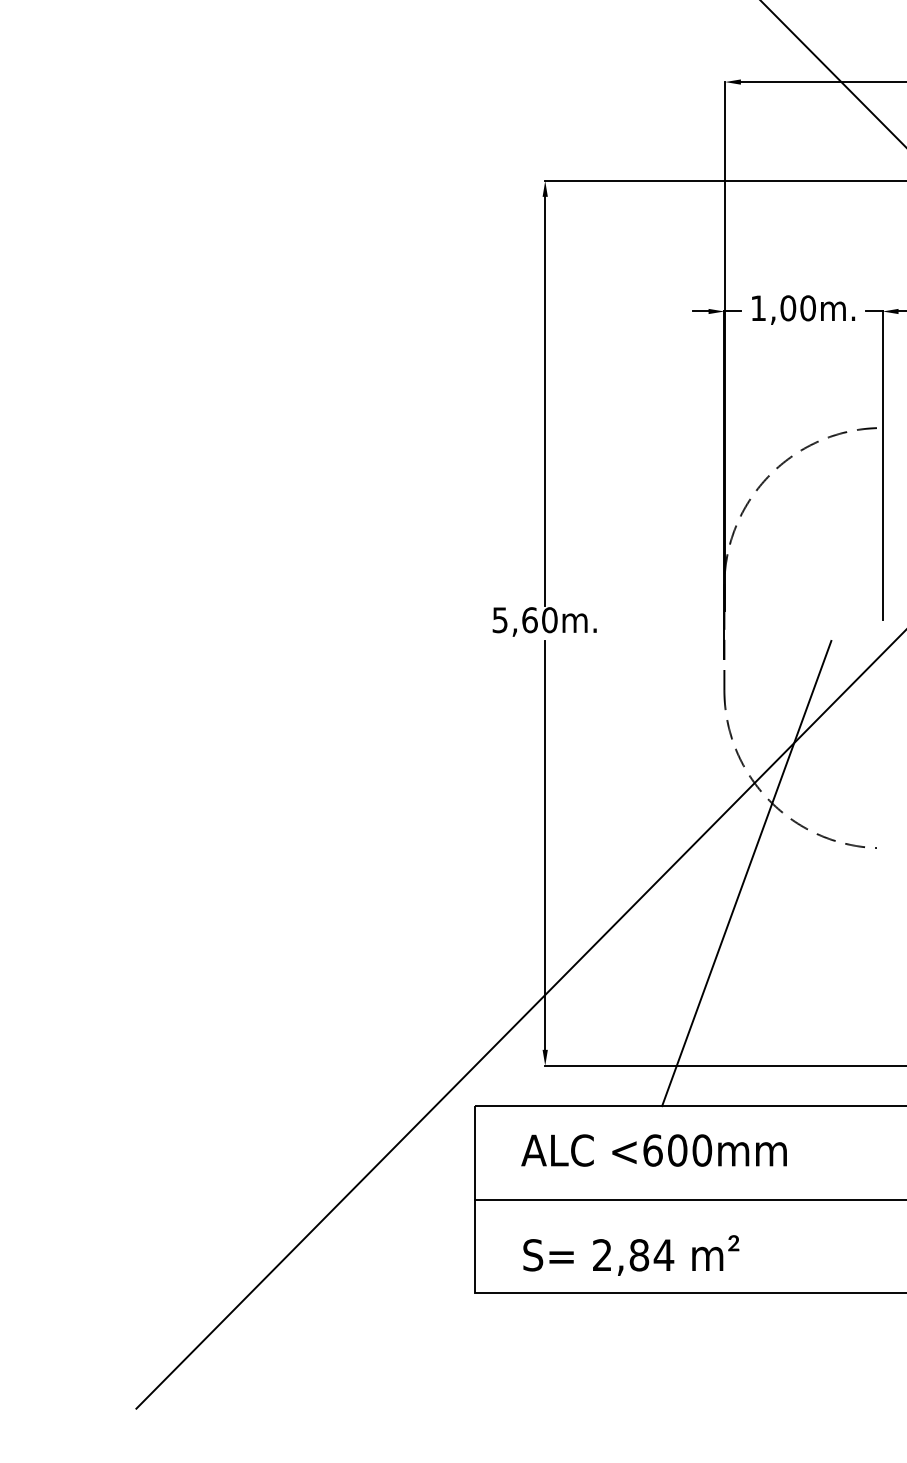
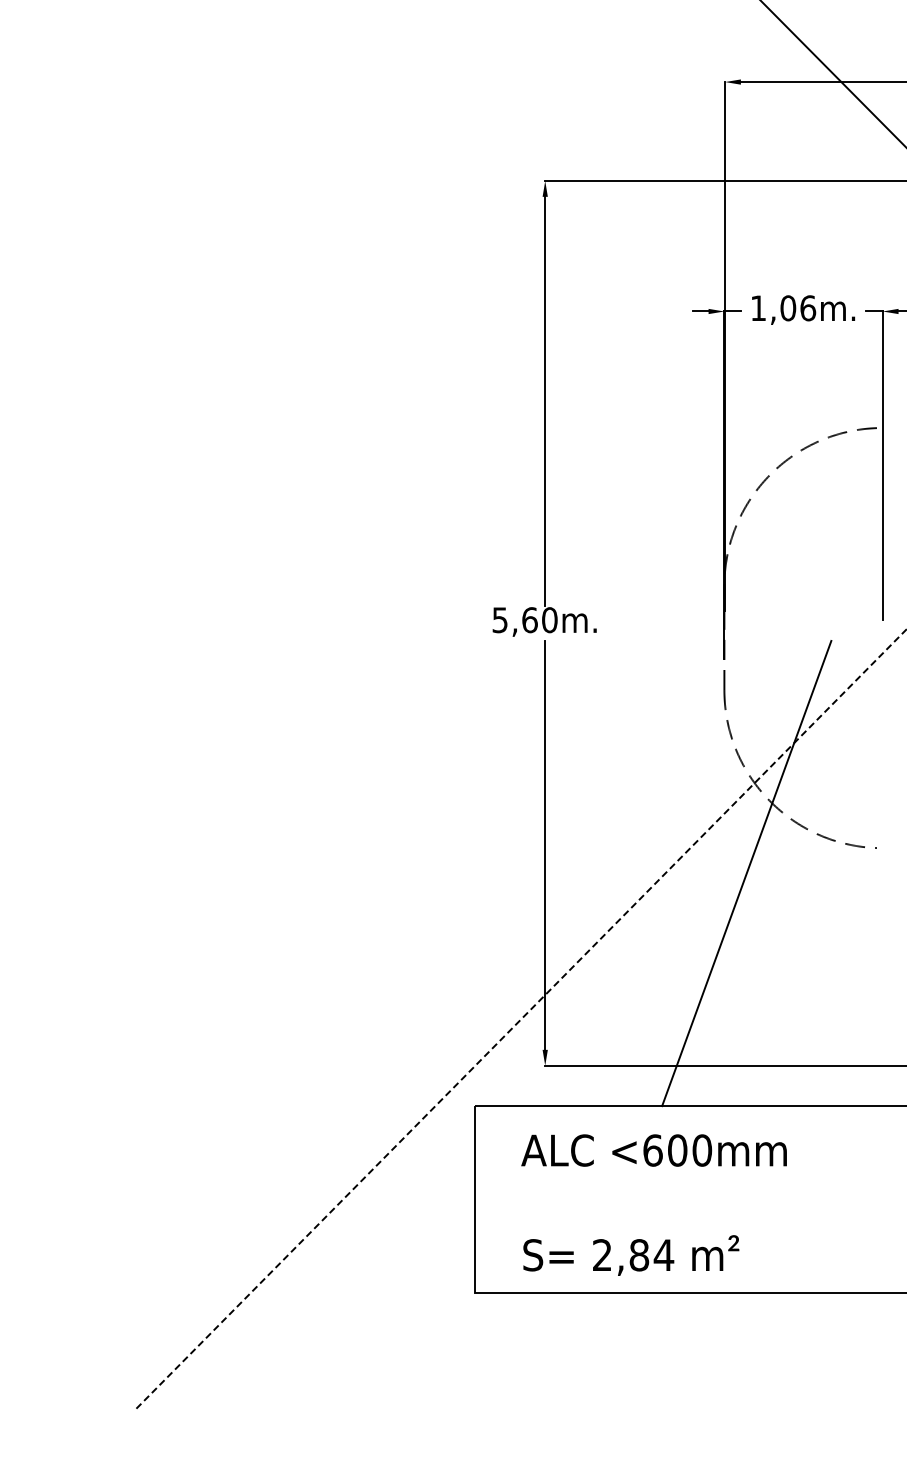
text at (808, 308): 1,00m. -> 1,06m.
line at (521, 1019): solid -> dashed
line at (688, 1199): present -> none
